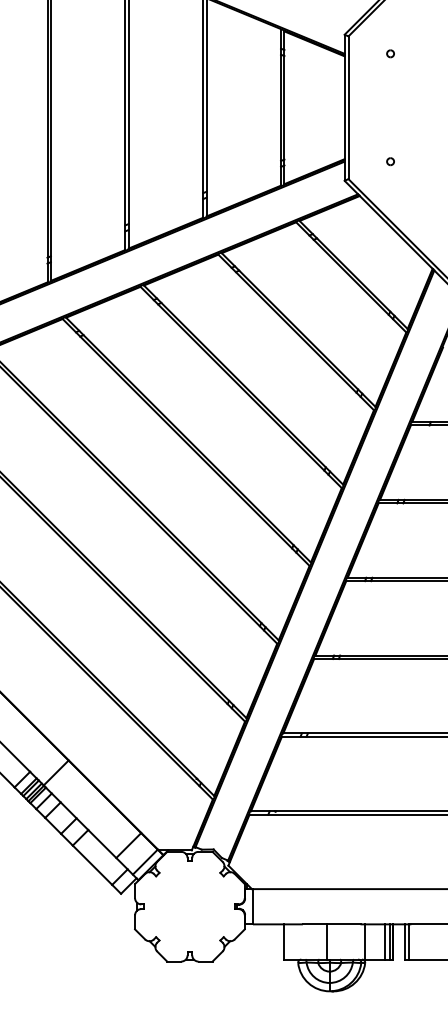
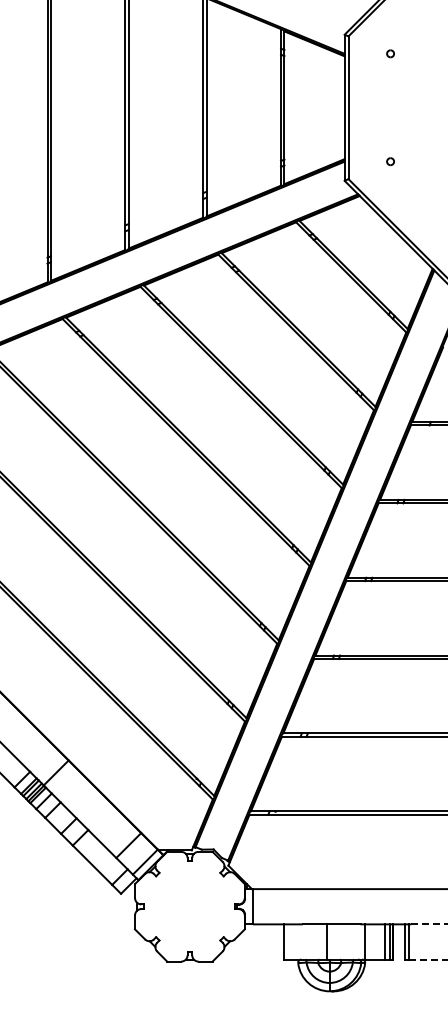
line at (429, 924): solid -> dashed
line at (428, 959): solid -> dashed
